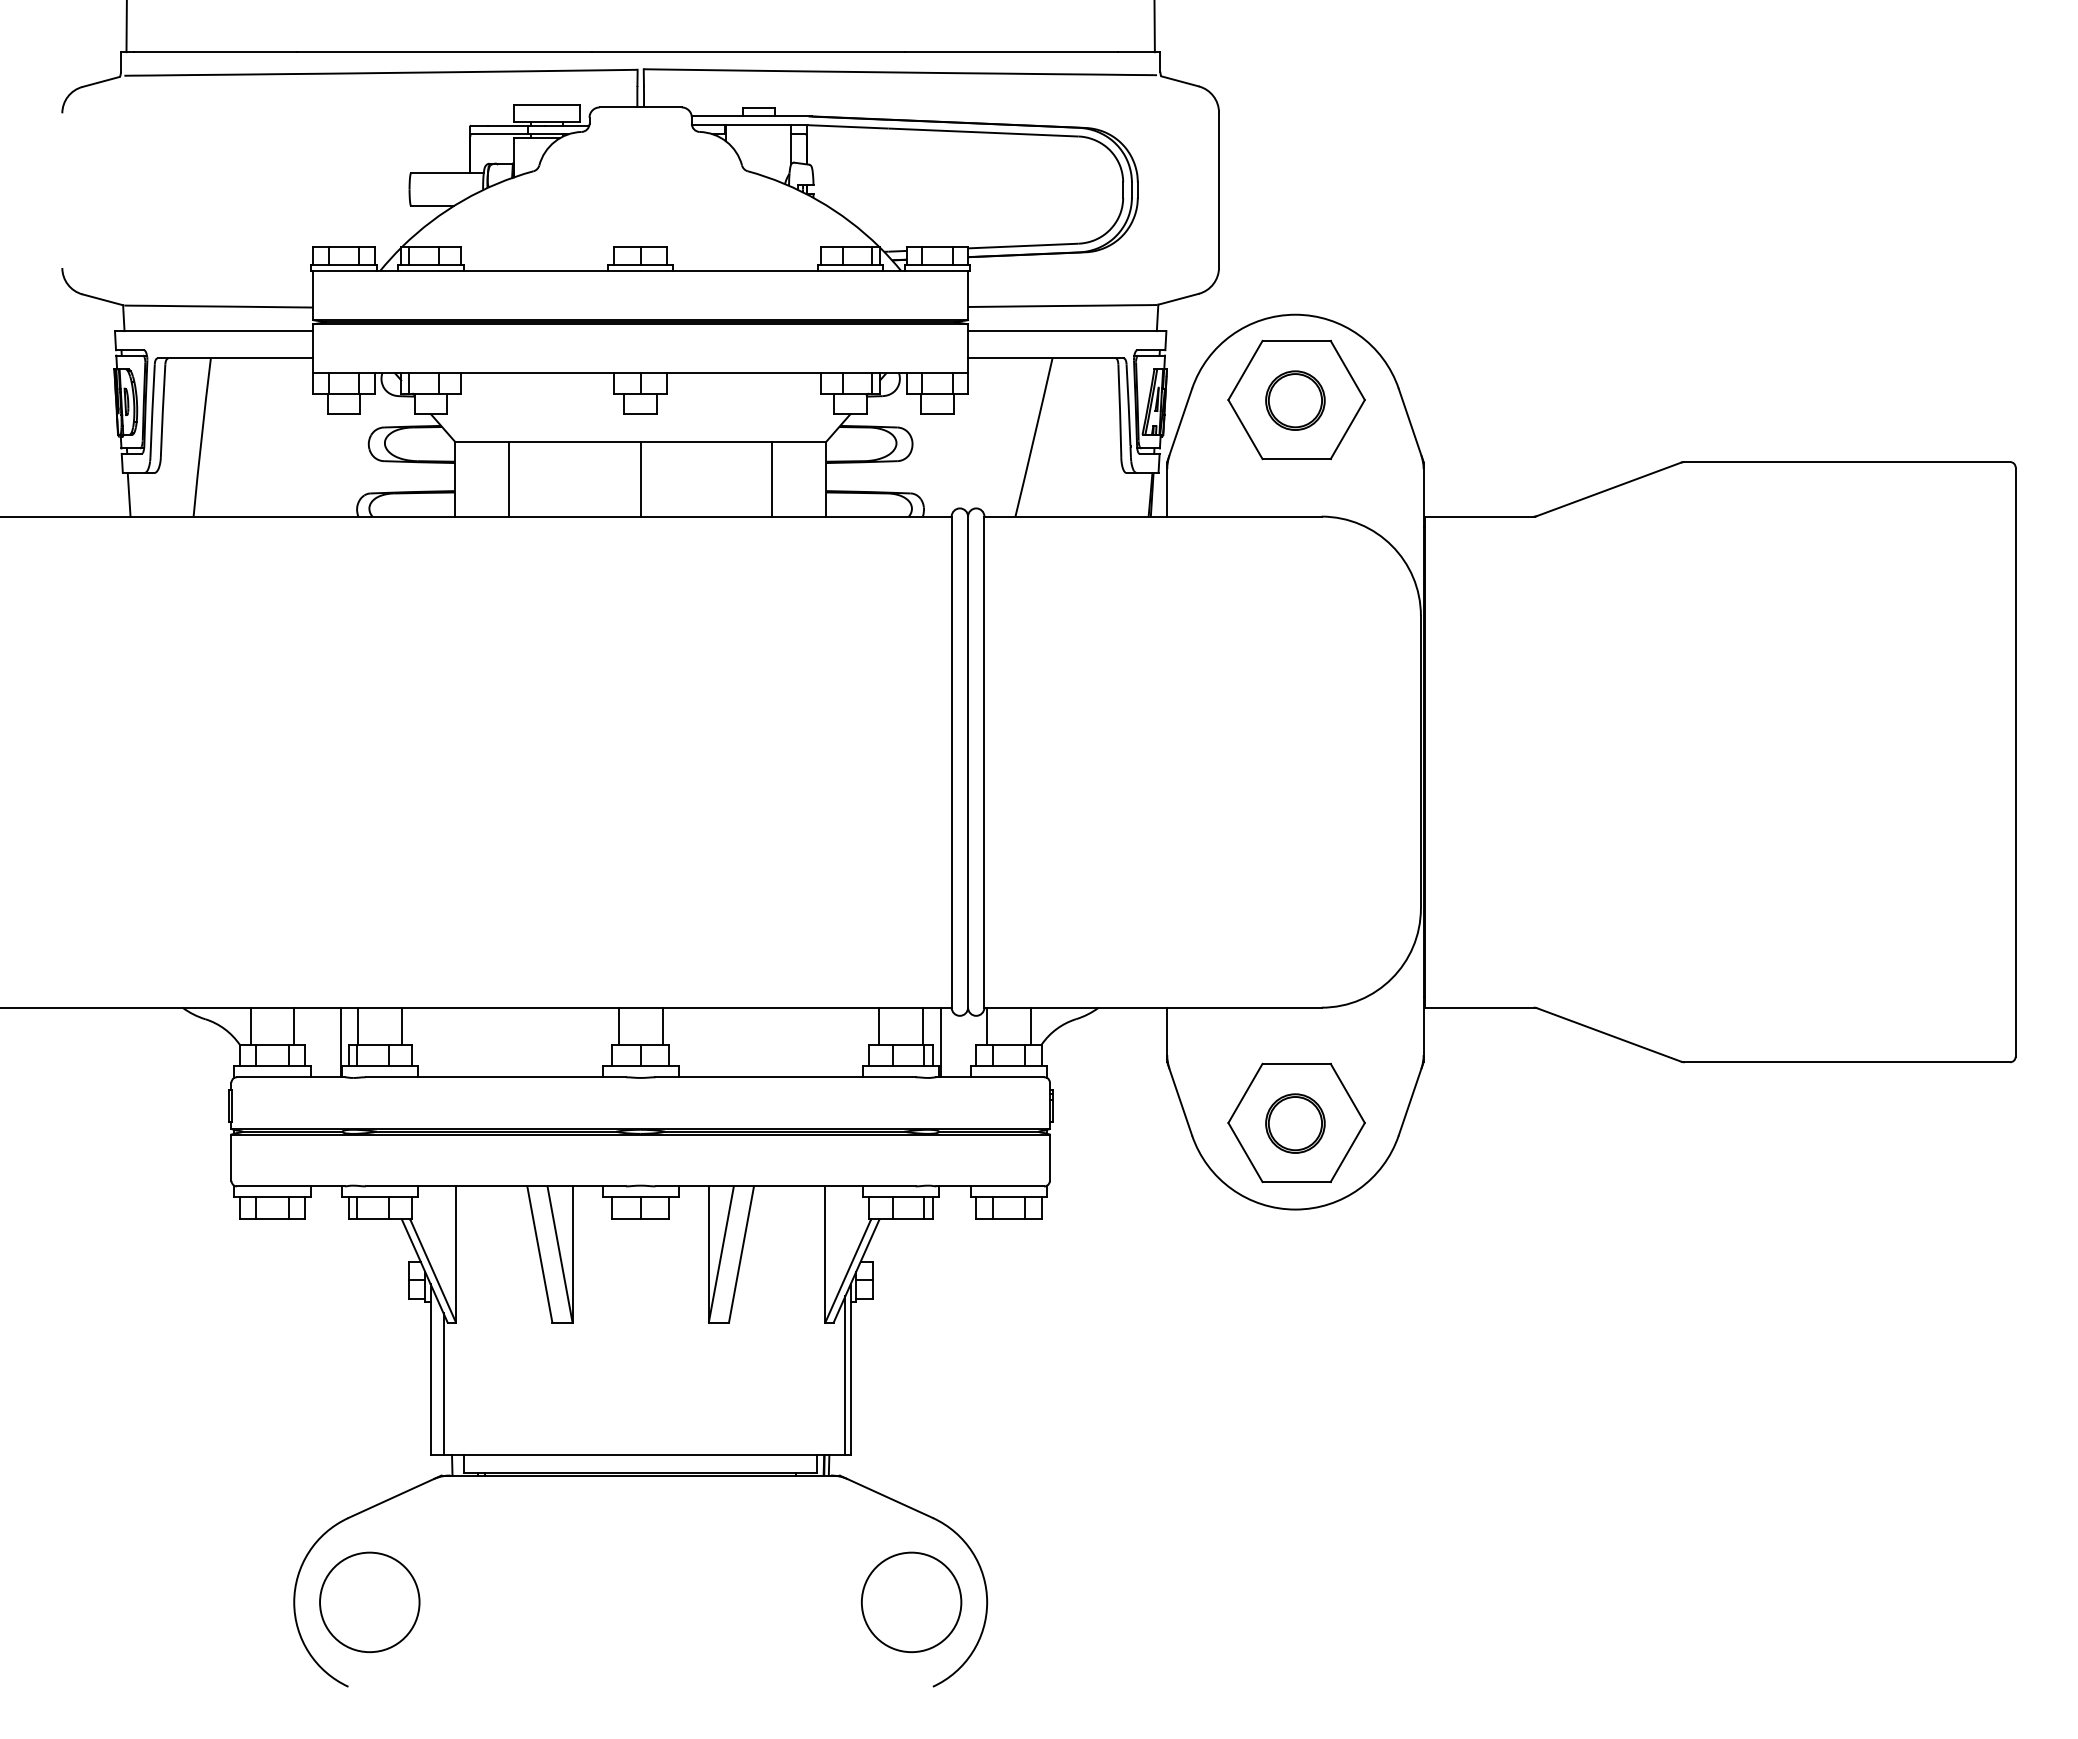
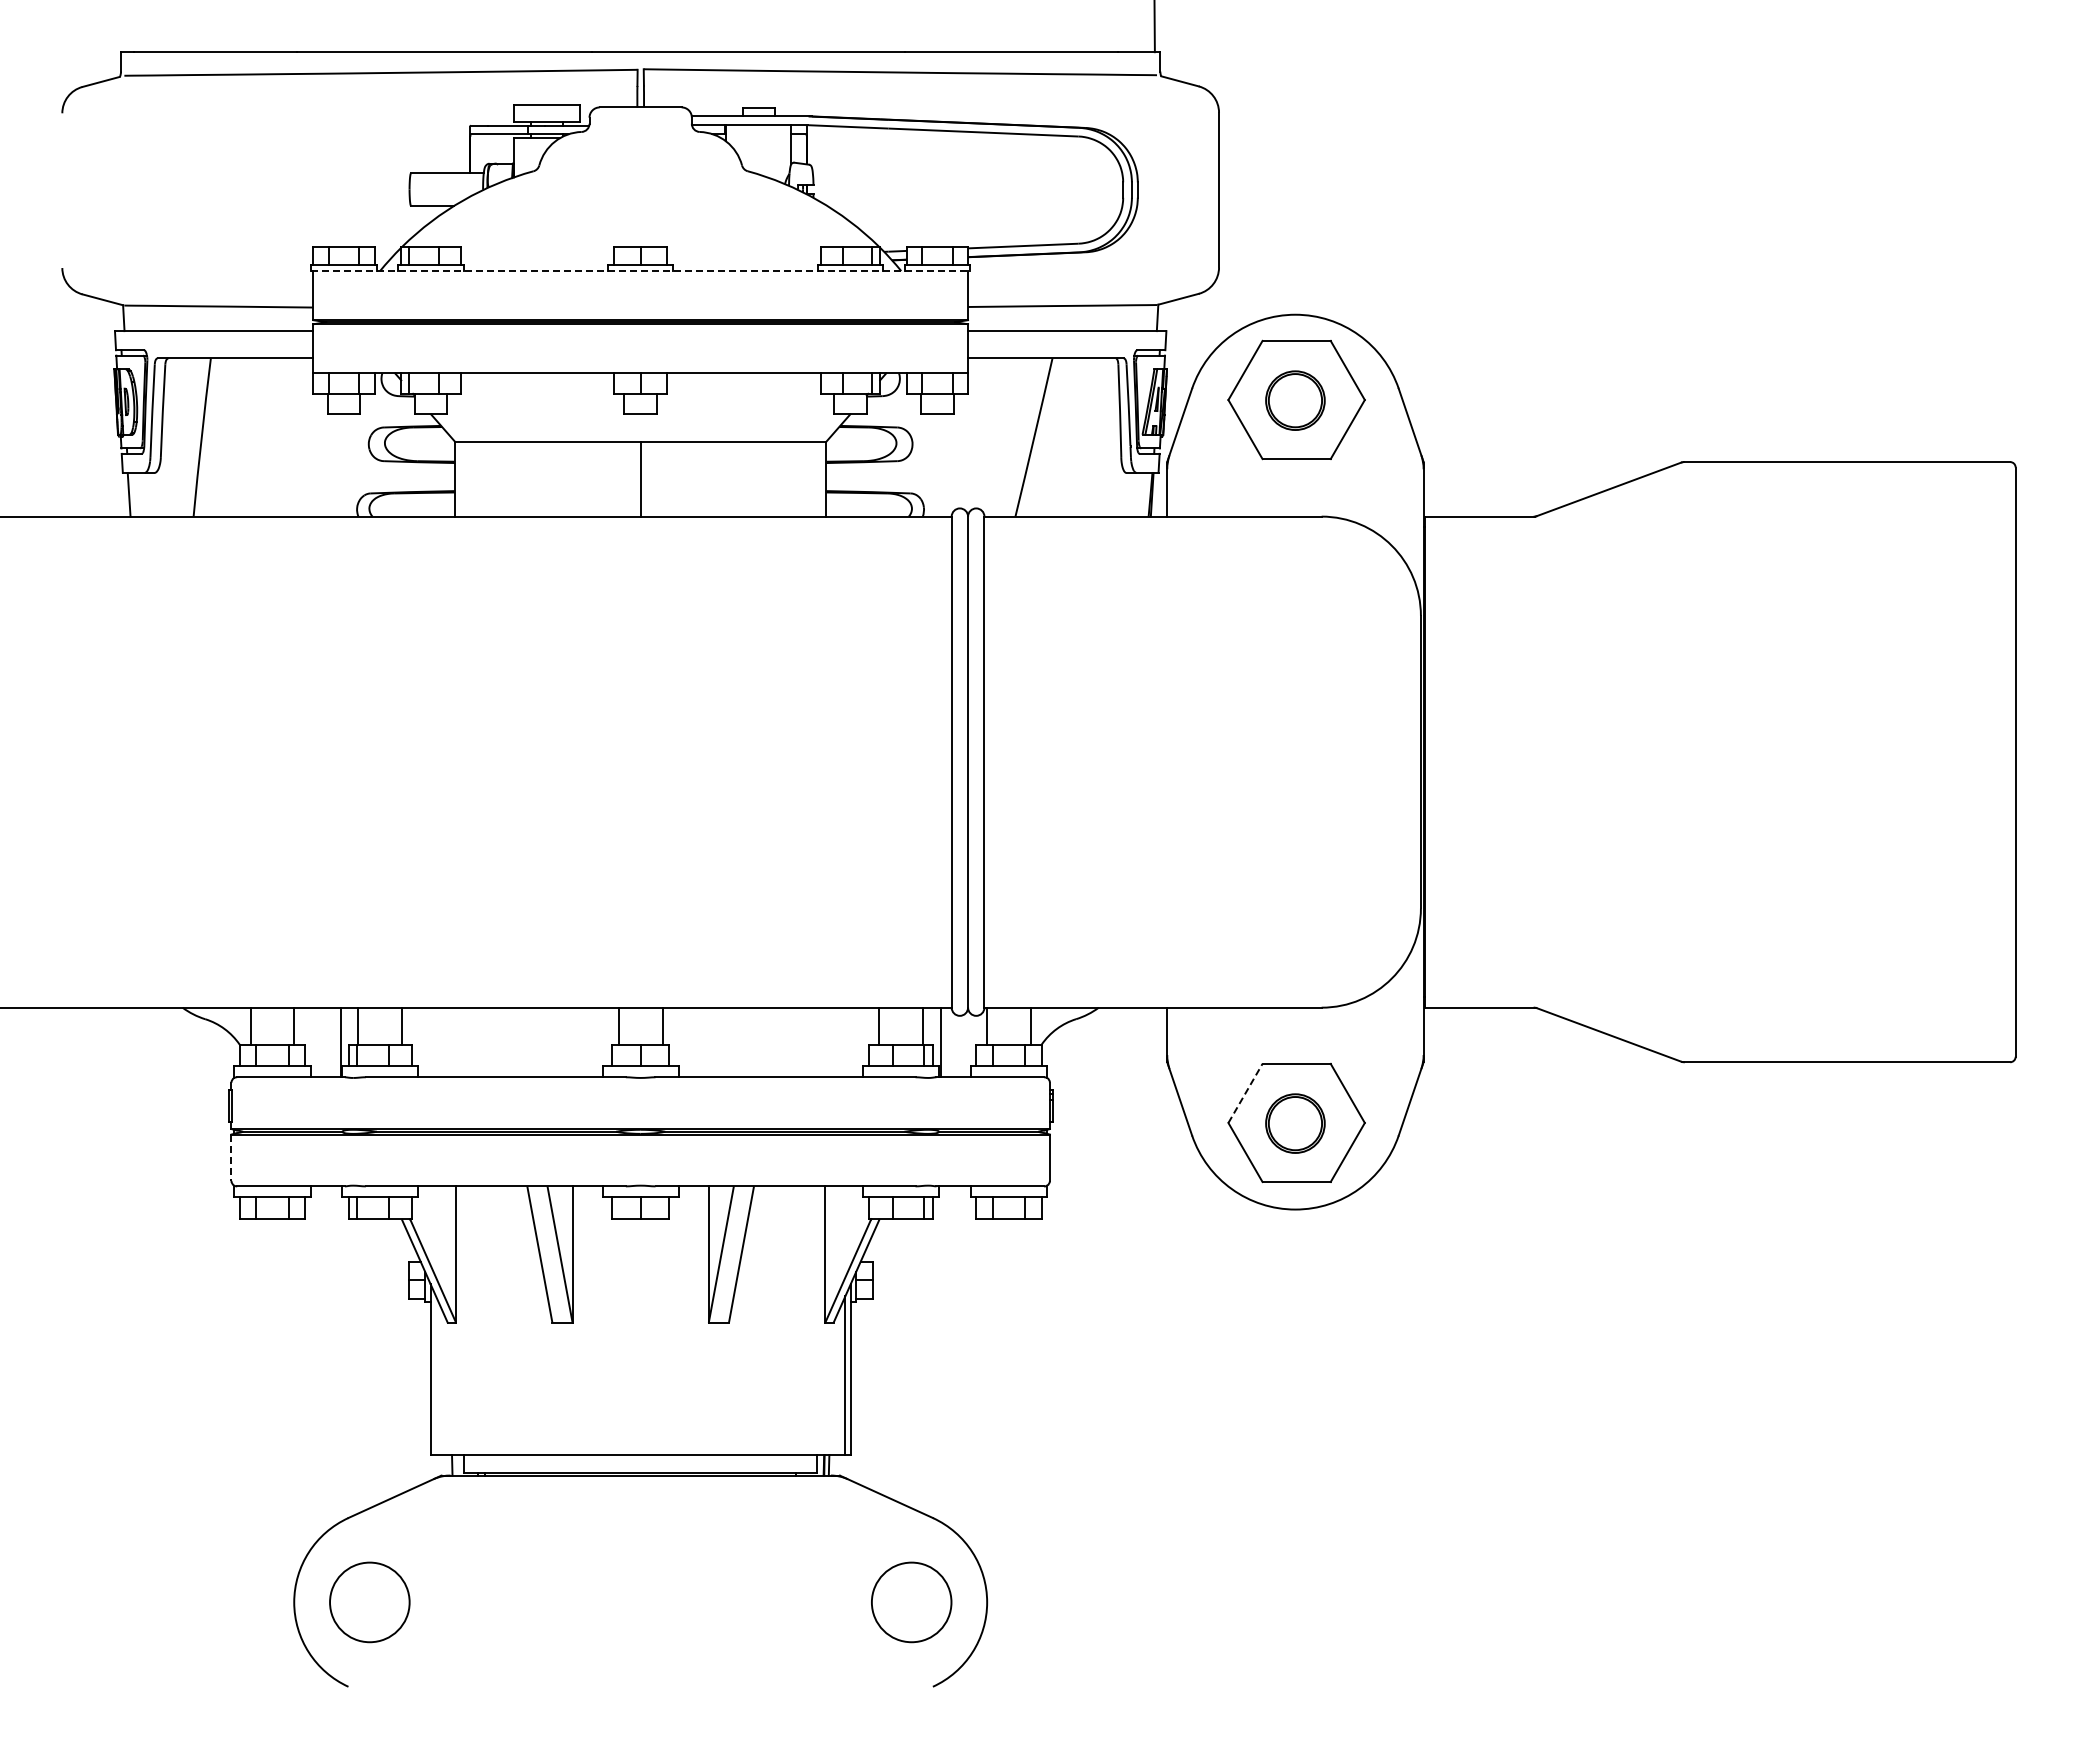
line at (126, 27): present -> none
line at (641, 271): solid -> dashed
line at (509, 478): present -> none
line at (772, 478): present -> none
line at (1245, 1093): solid -> dashed
line at (231, 1158): solid -> dashed
line at (443, 1384): present -> none
circle at (369, 1602) size: 102x103 px -> 82x83 px
circle at (911, 1602) size: 102x103 px -> 82x83 px
